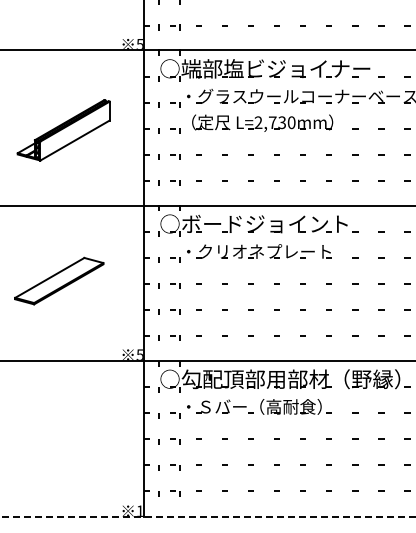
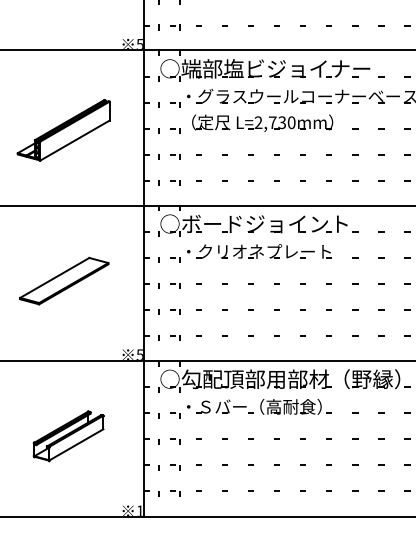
part at (59, 280) position: (59, 280) -> (64, 280)
part at (68, 436): none -> present
line at (208, 517): dashed -> solid
